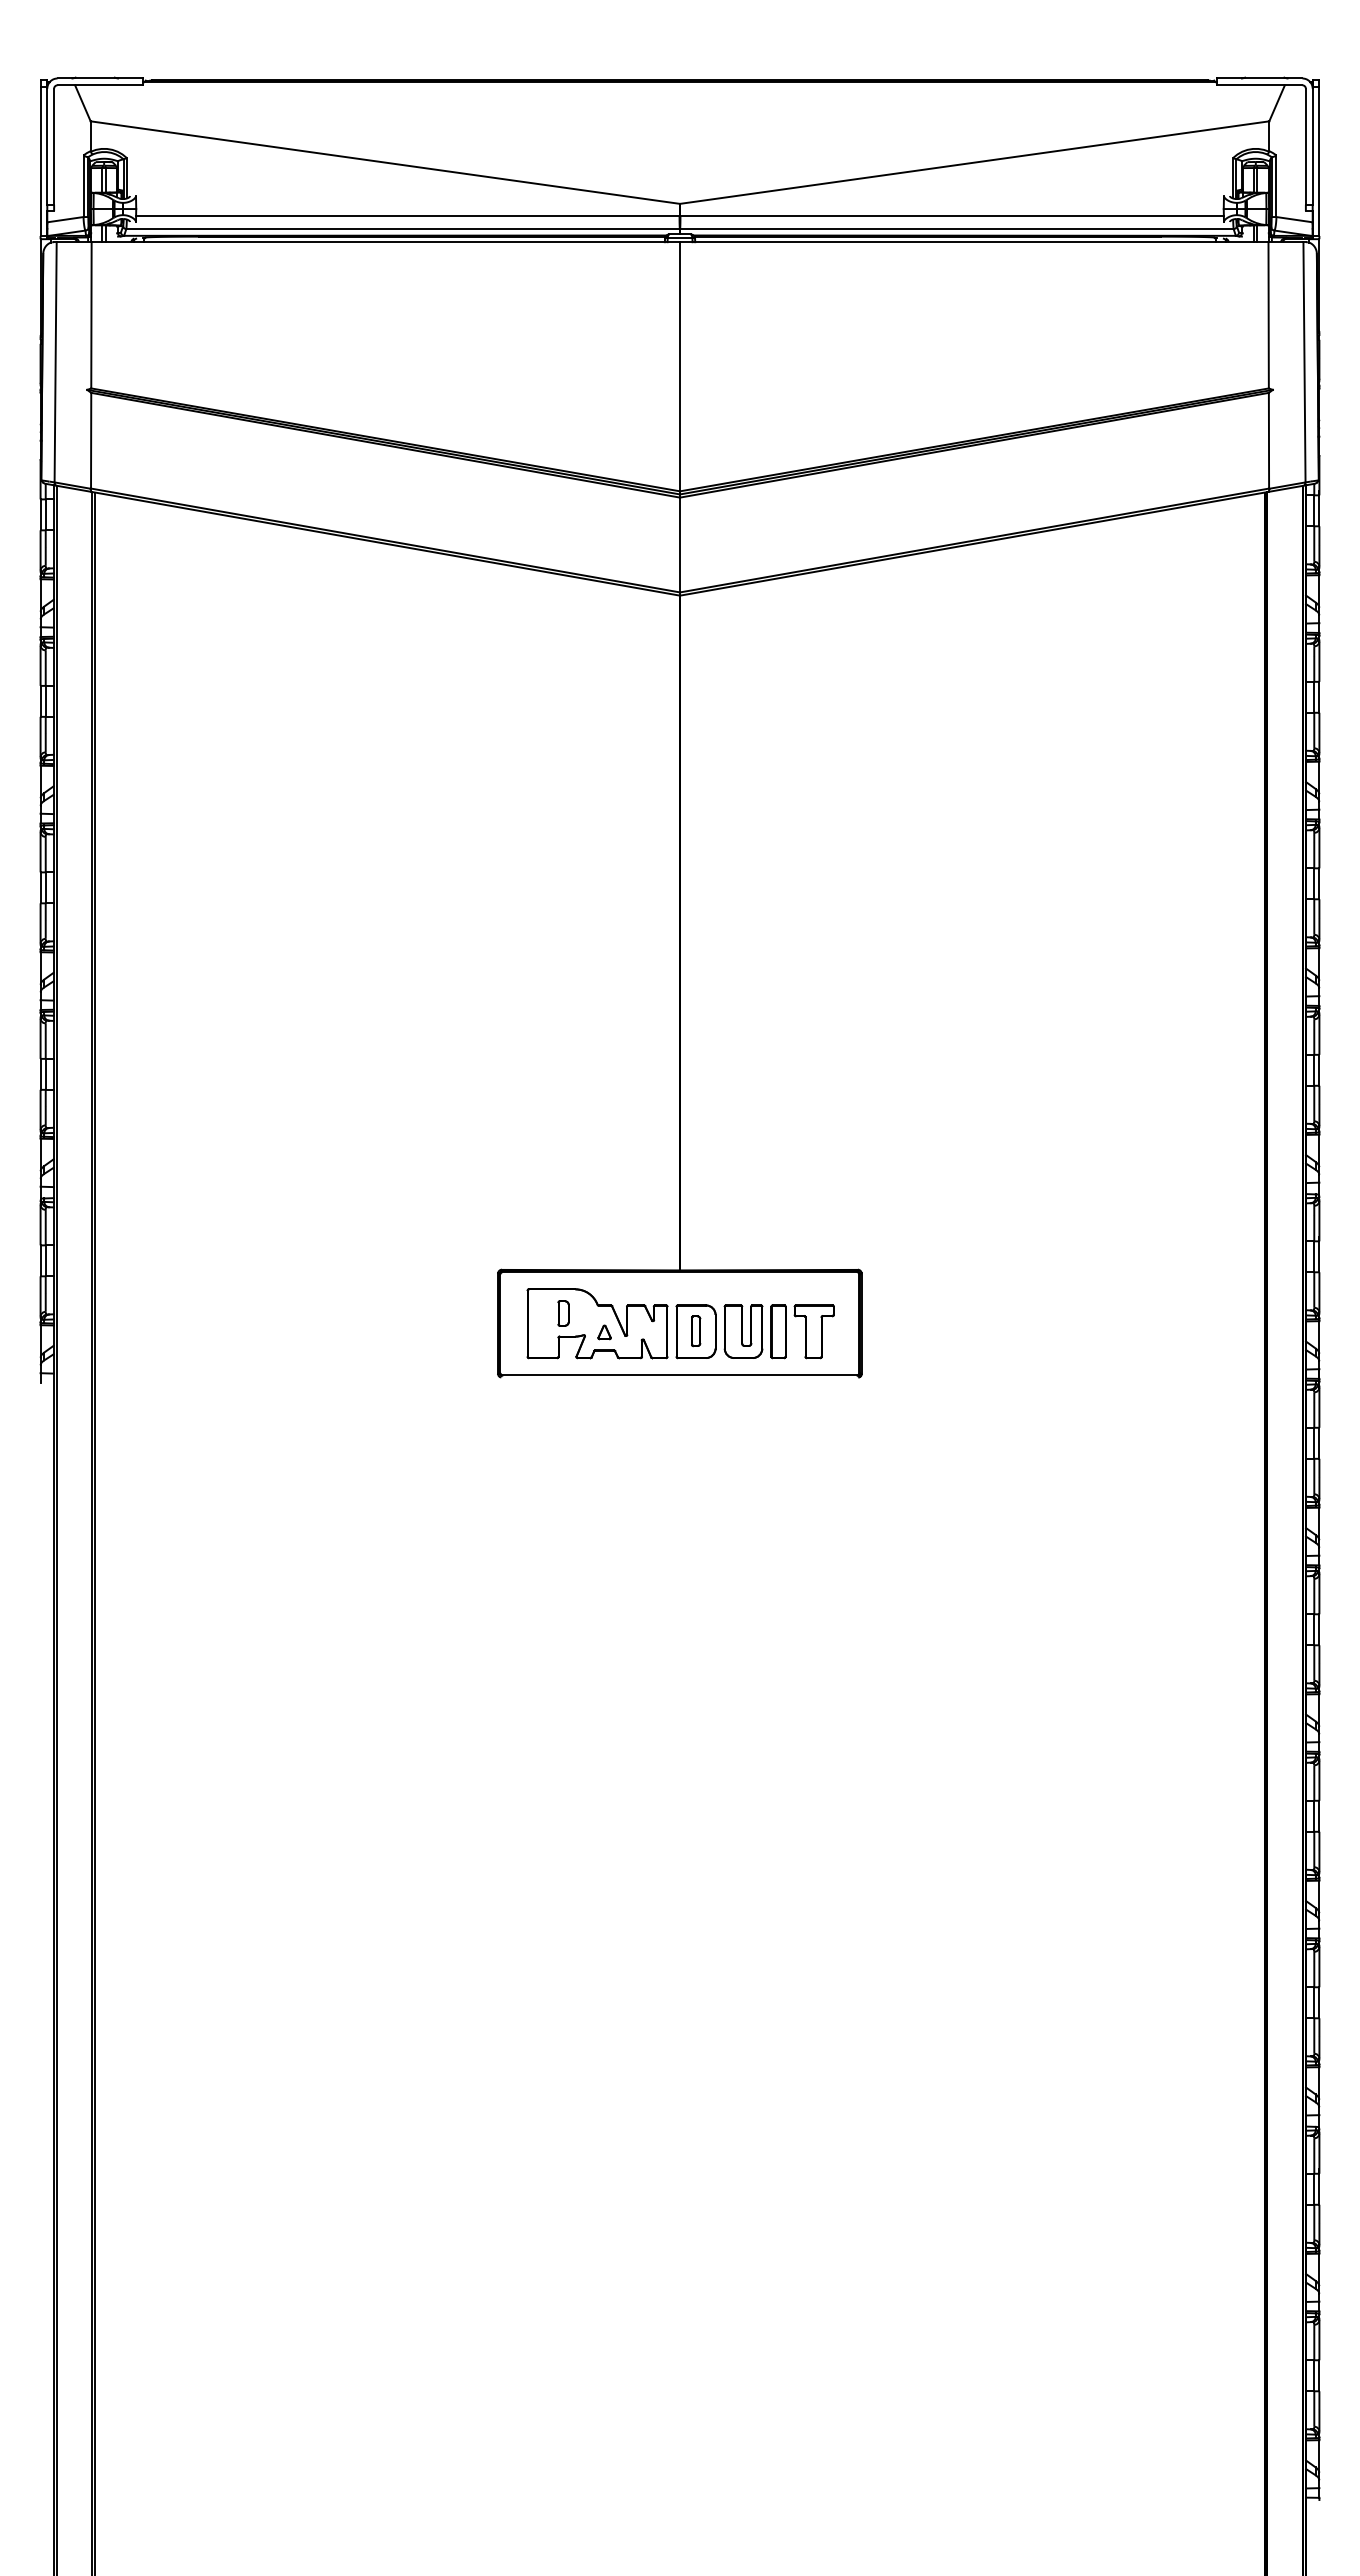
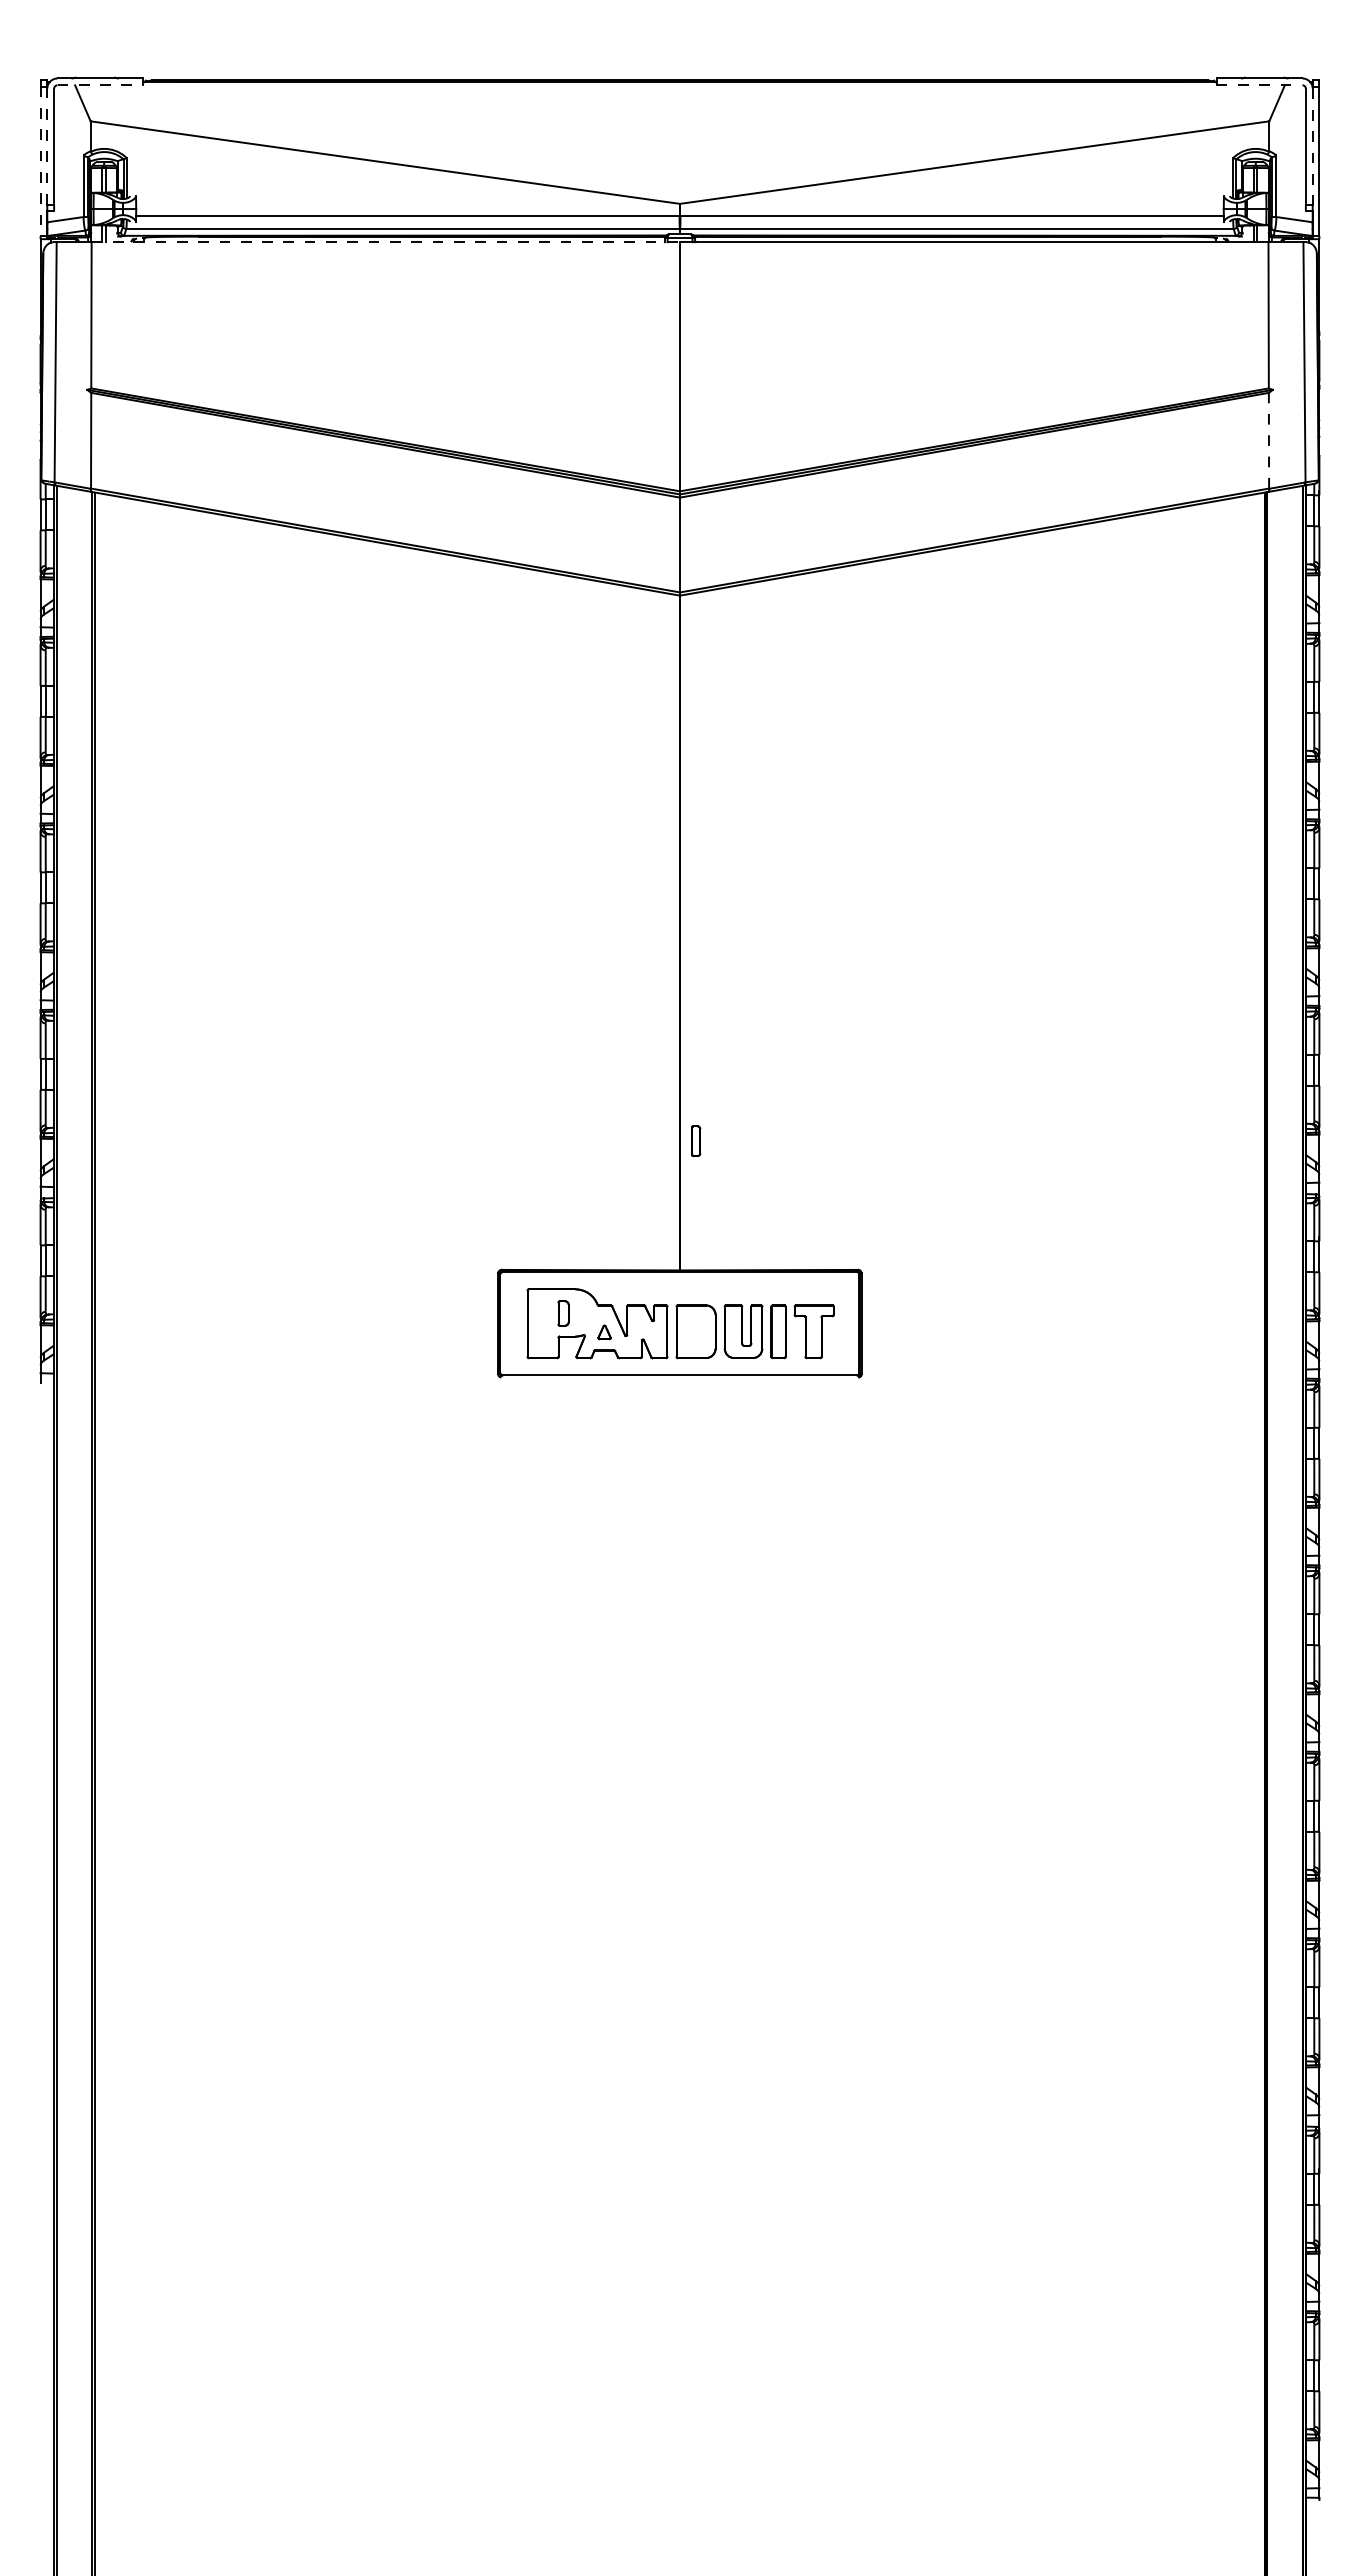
line at (100, 85): solid -> dashed
line at (1259, 85): solid -> dashed
line at (47, 146): solid -> dashed
line at (1312, 147): solid -> dashed
line at (40, 161): solid -> dashed
line at (386, 242): solid -> dashed
line at (1268, 440): solid -> dashed
part at (696, 1331) position: (696, 1331) -> (696, 1141)
